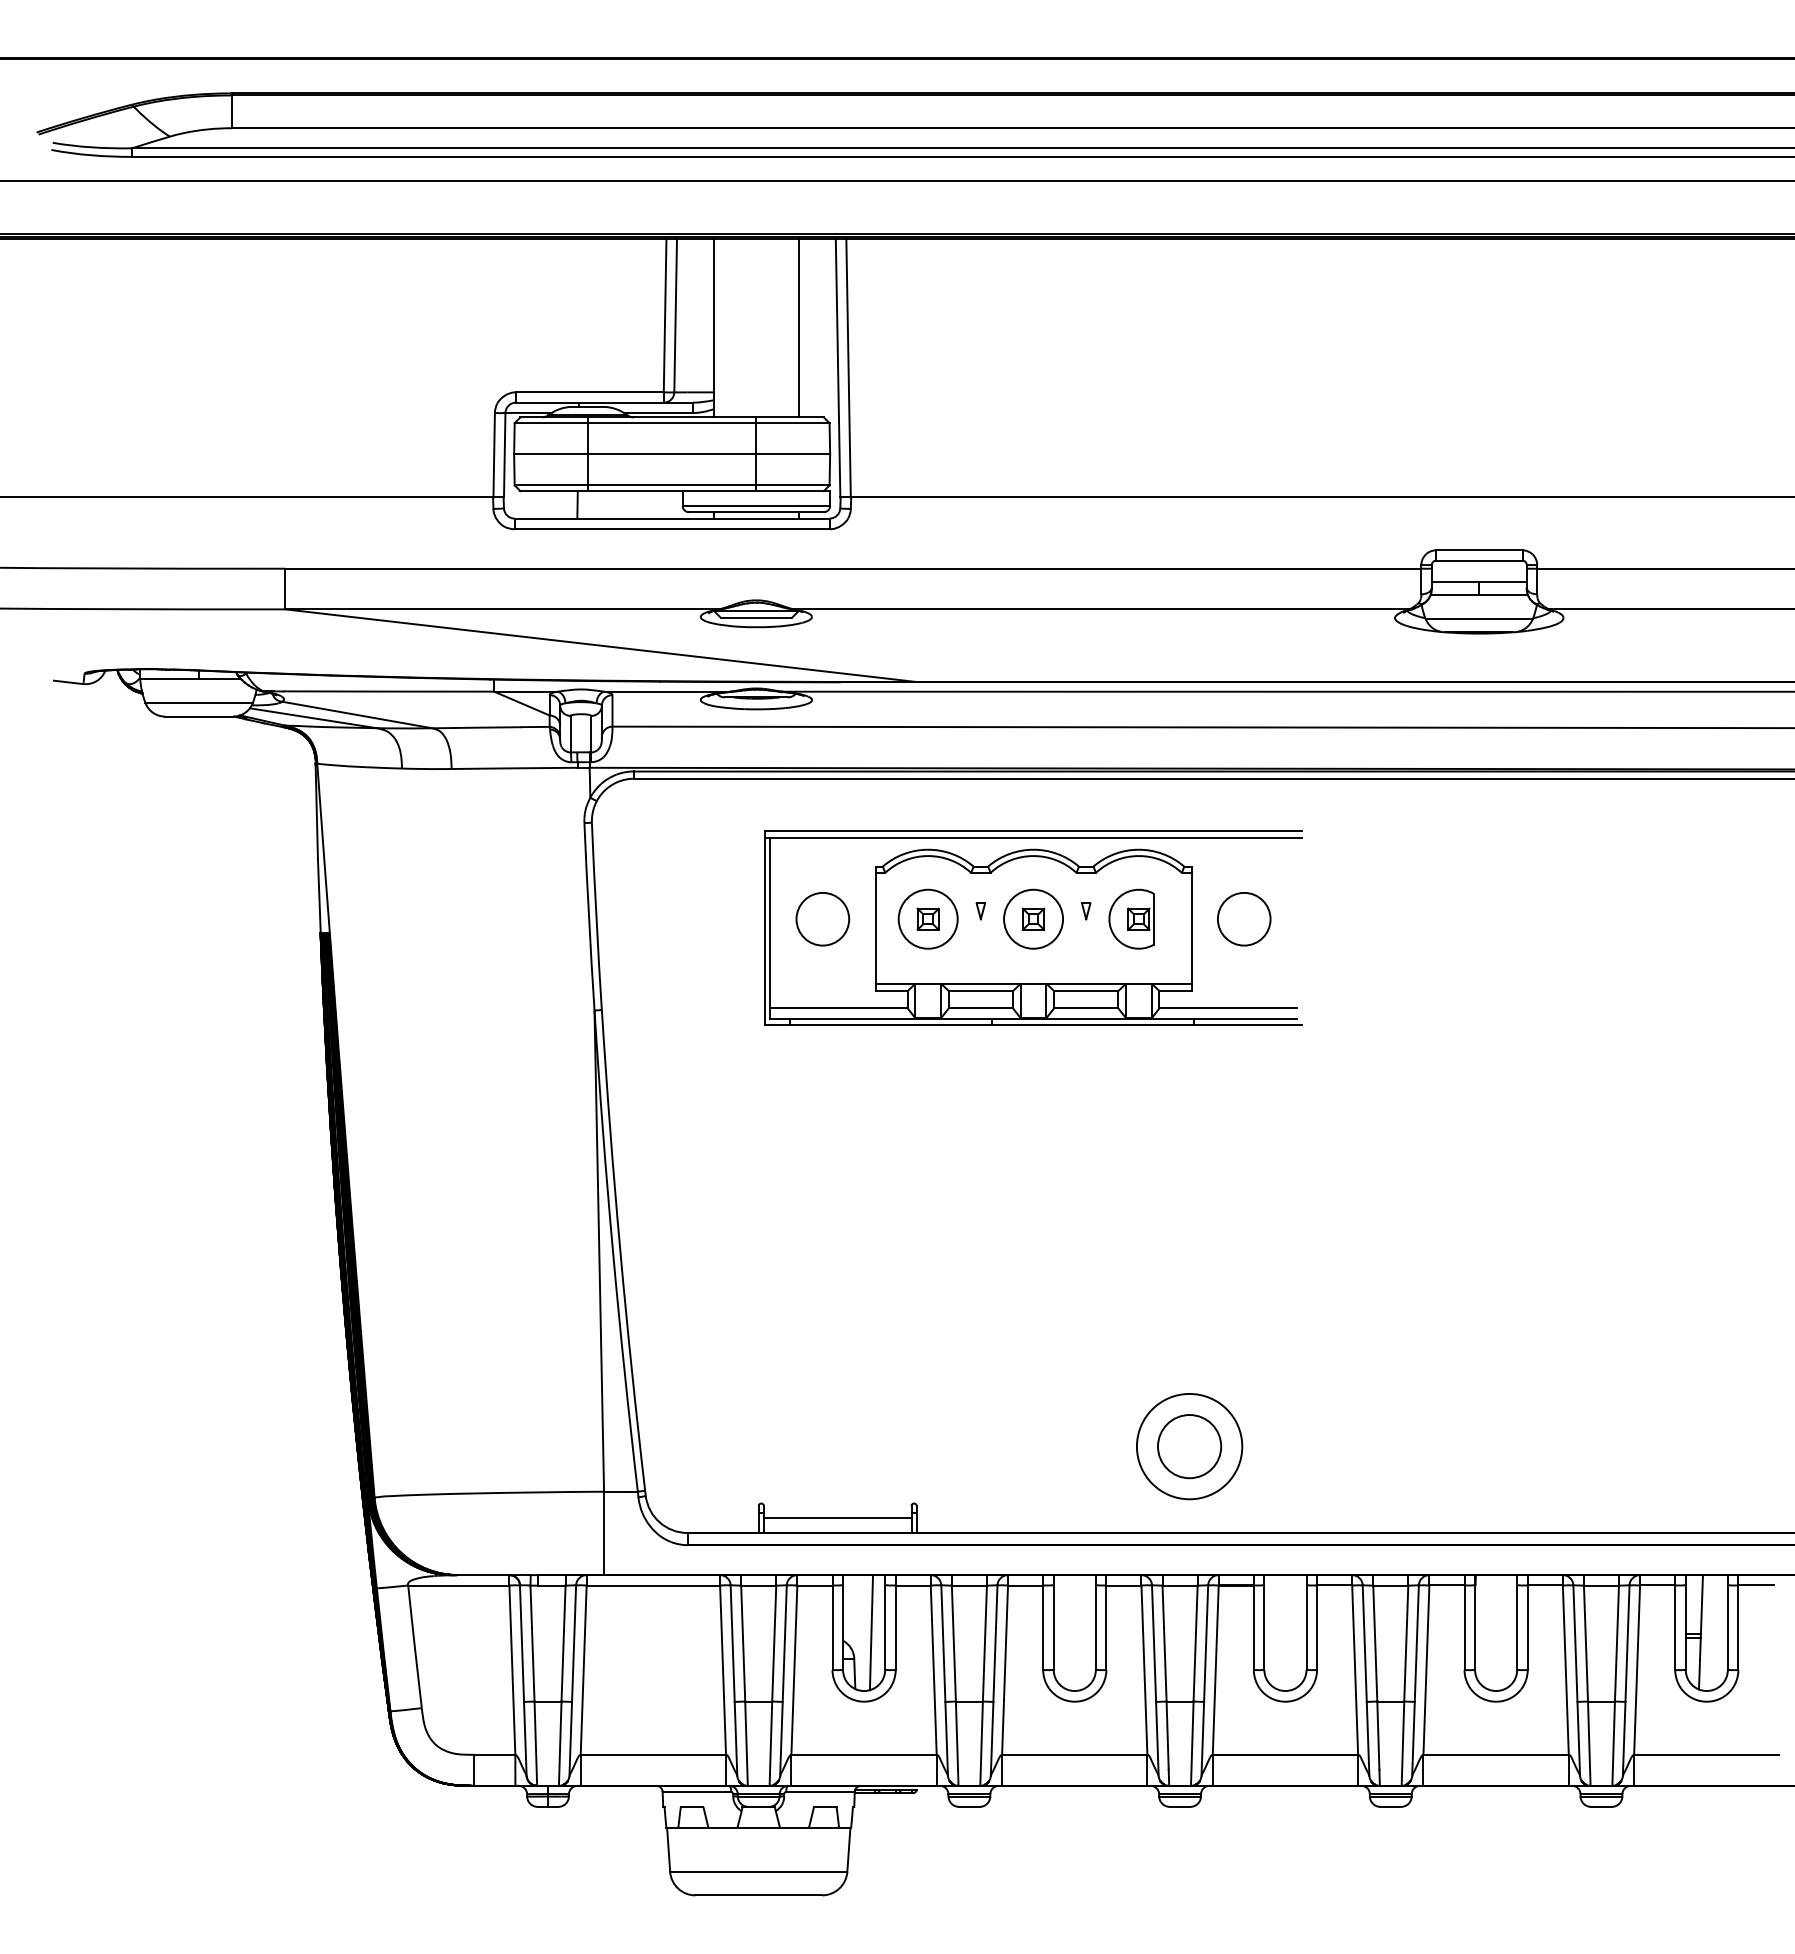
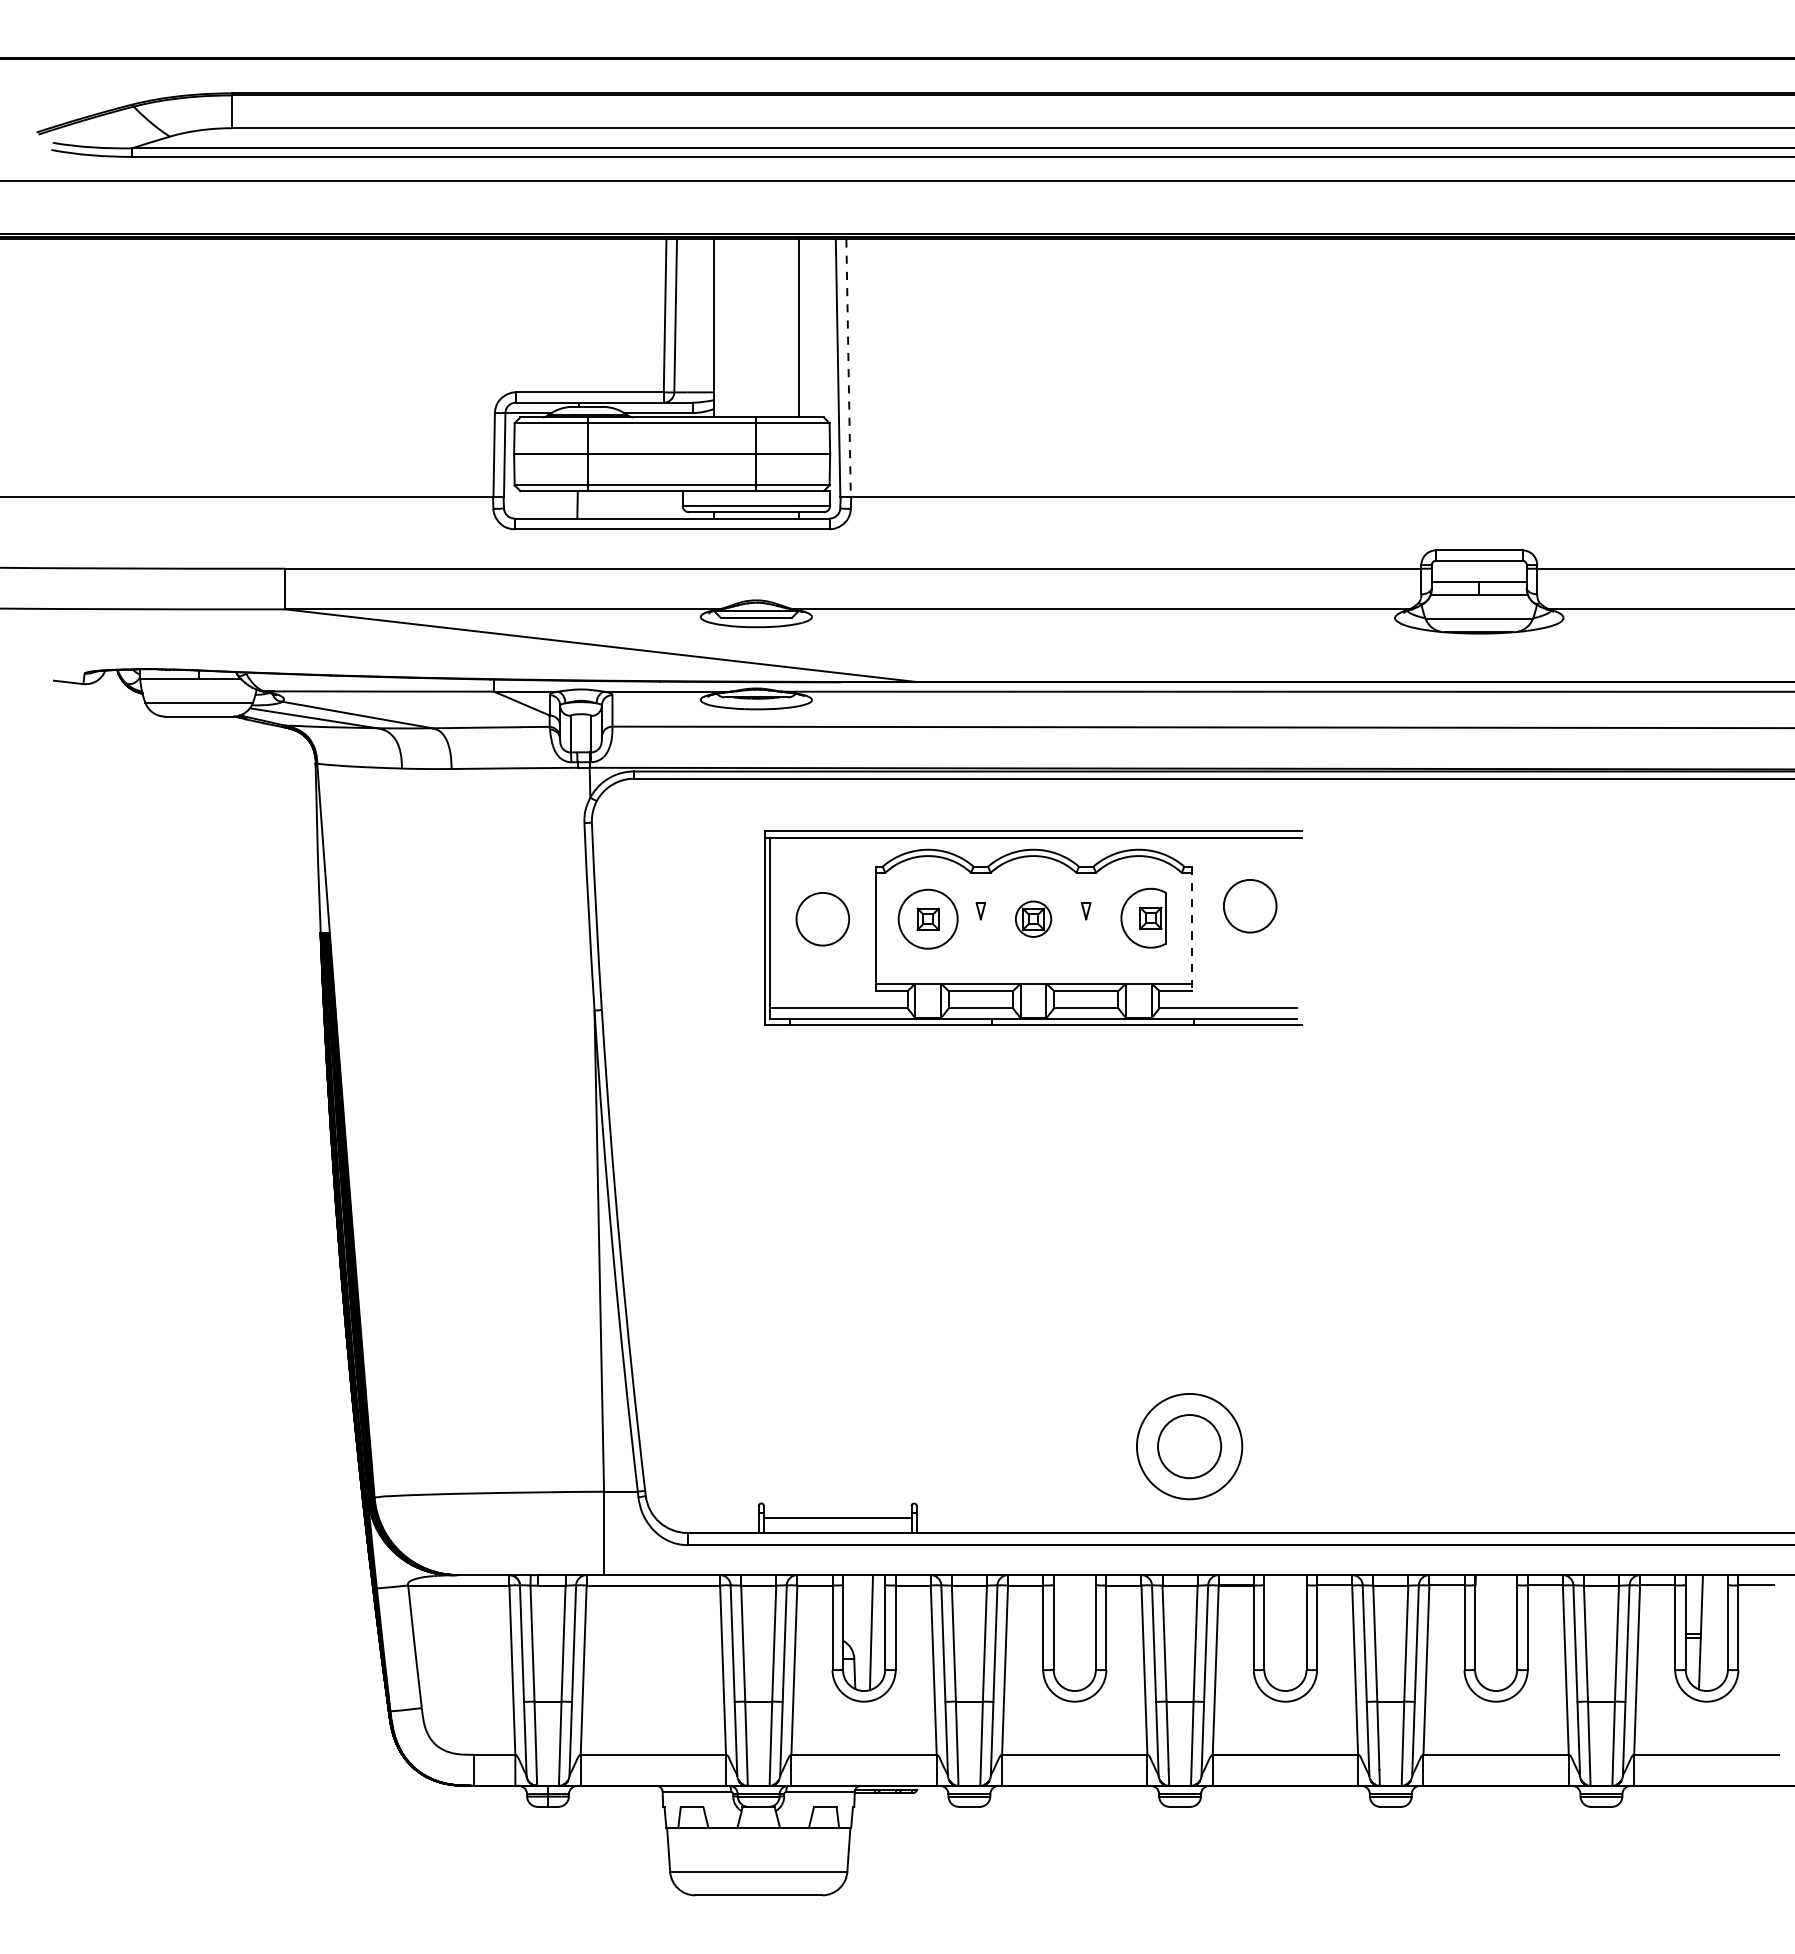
line at (848, 368): solid -> dashed
circle at (1033, 918) diameter: 59 px -> 35 px
part at (1131, 918) position: (1131, 918) -> (1143, 917)
circle at (1244, 919) position: (1244, 919) -> (1250, 906)
line at (1191, 929): solid -> dashed
